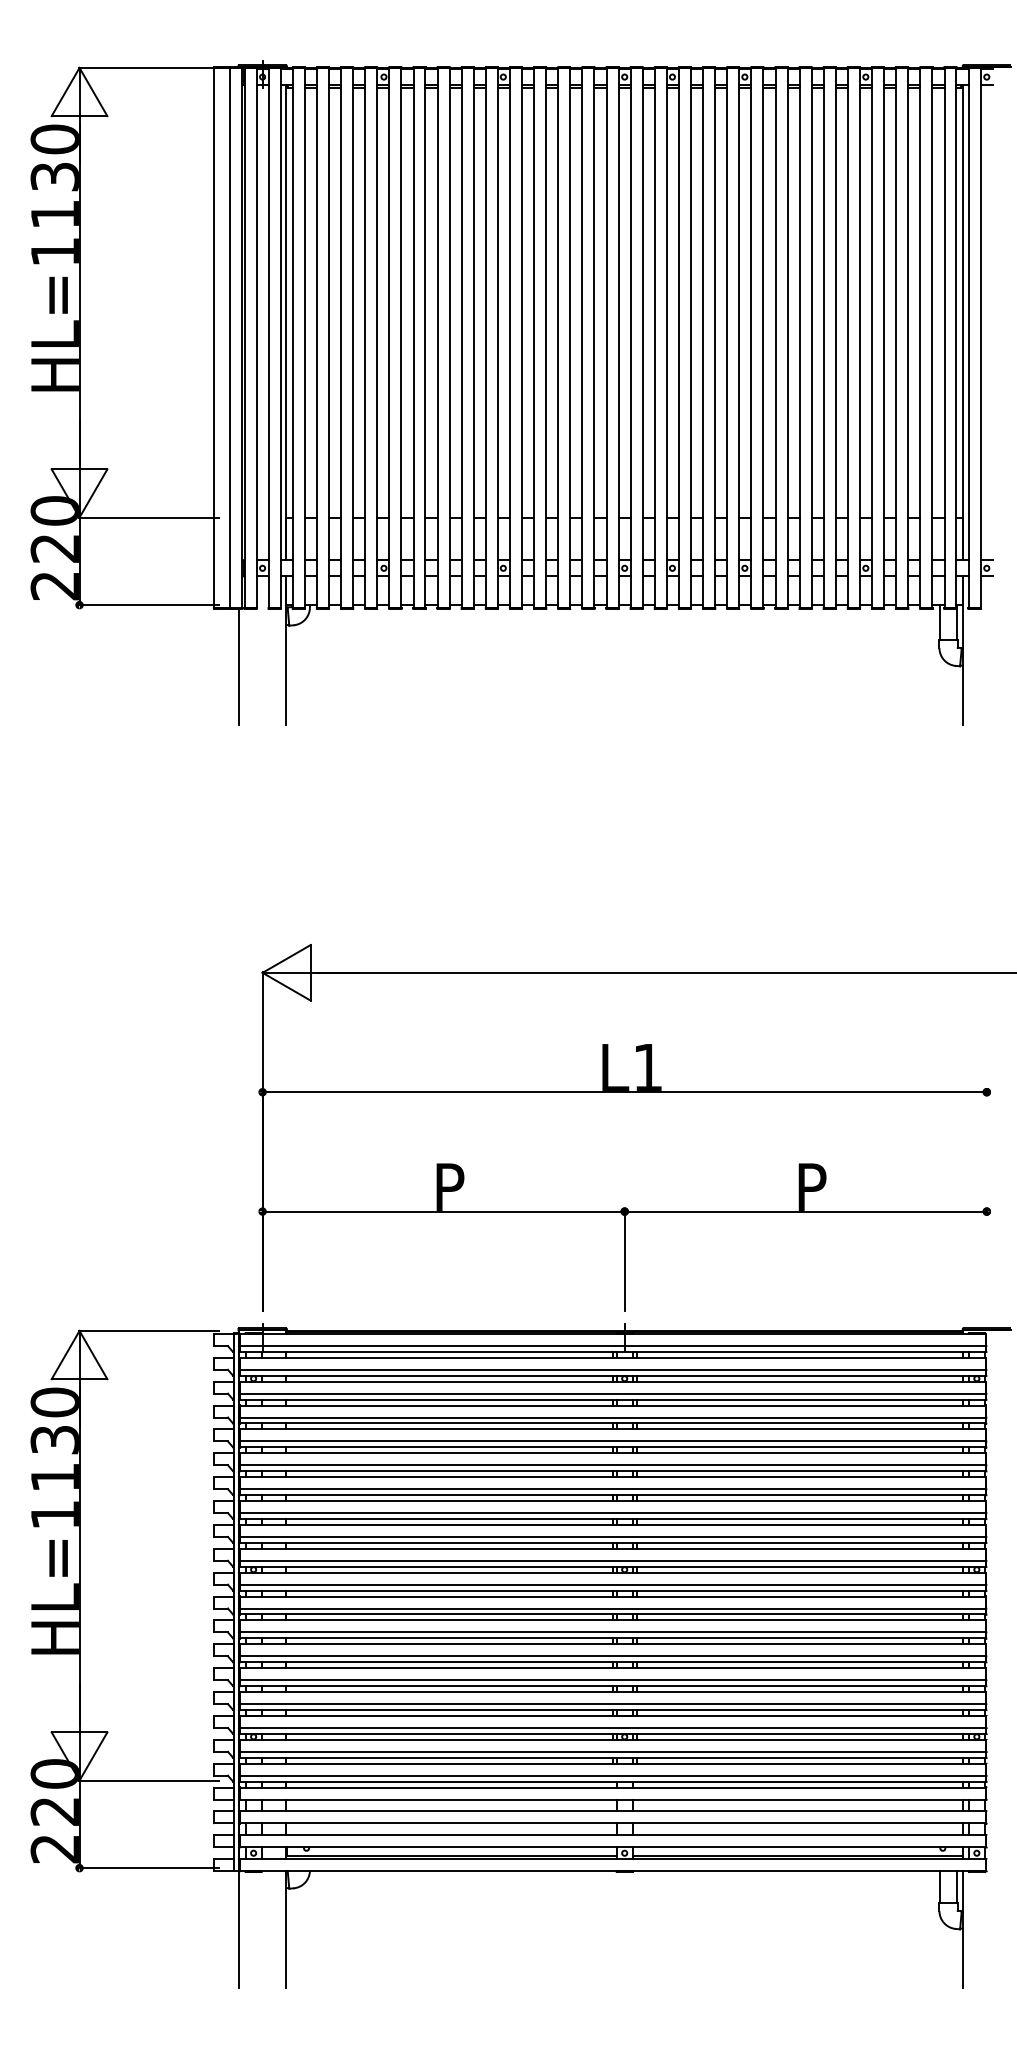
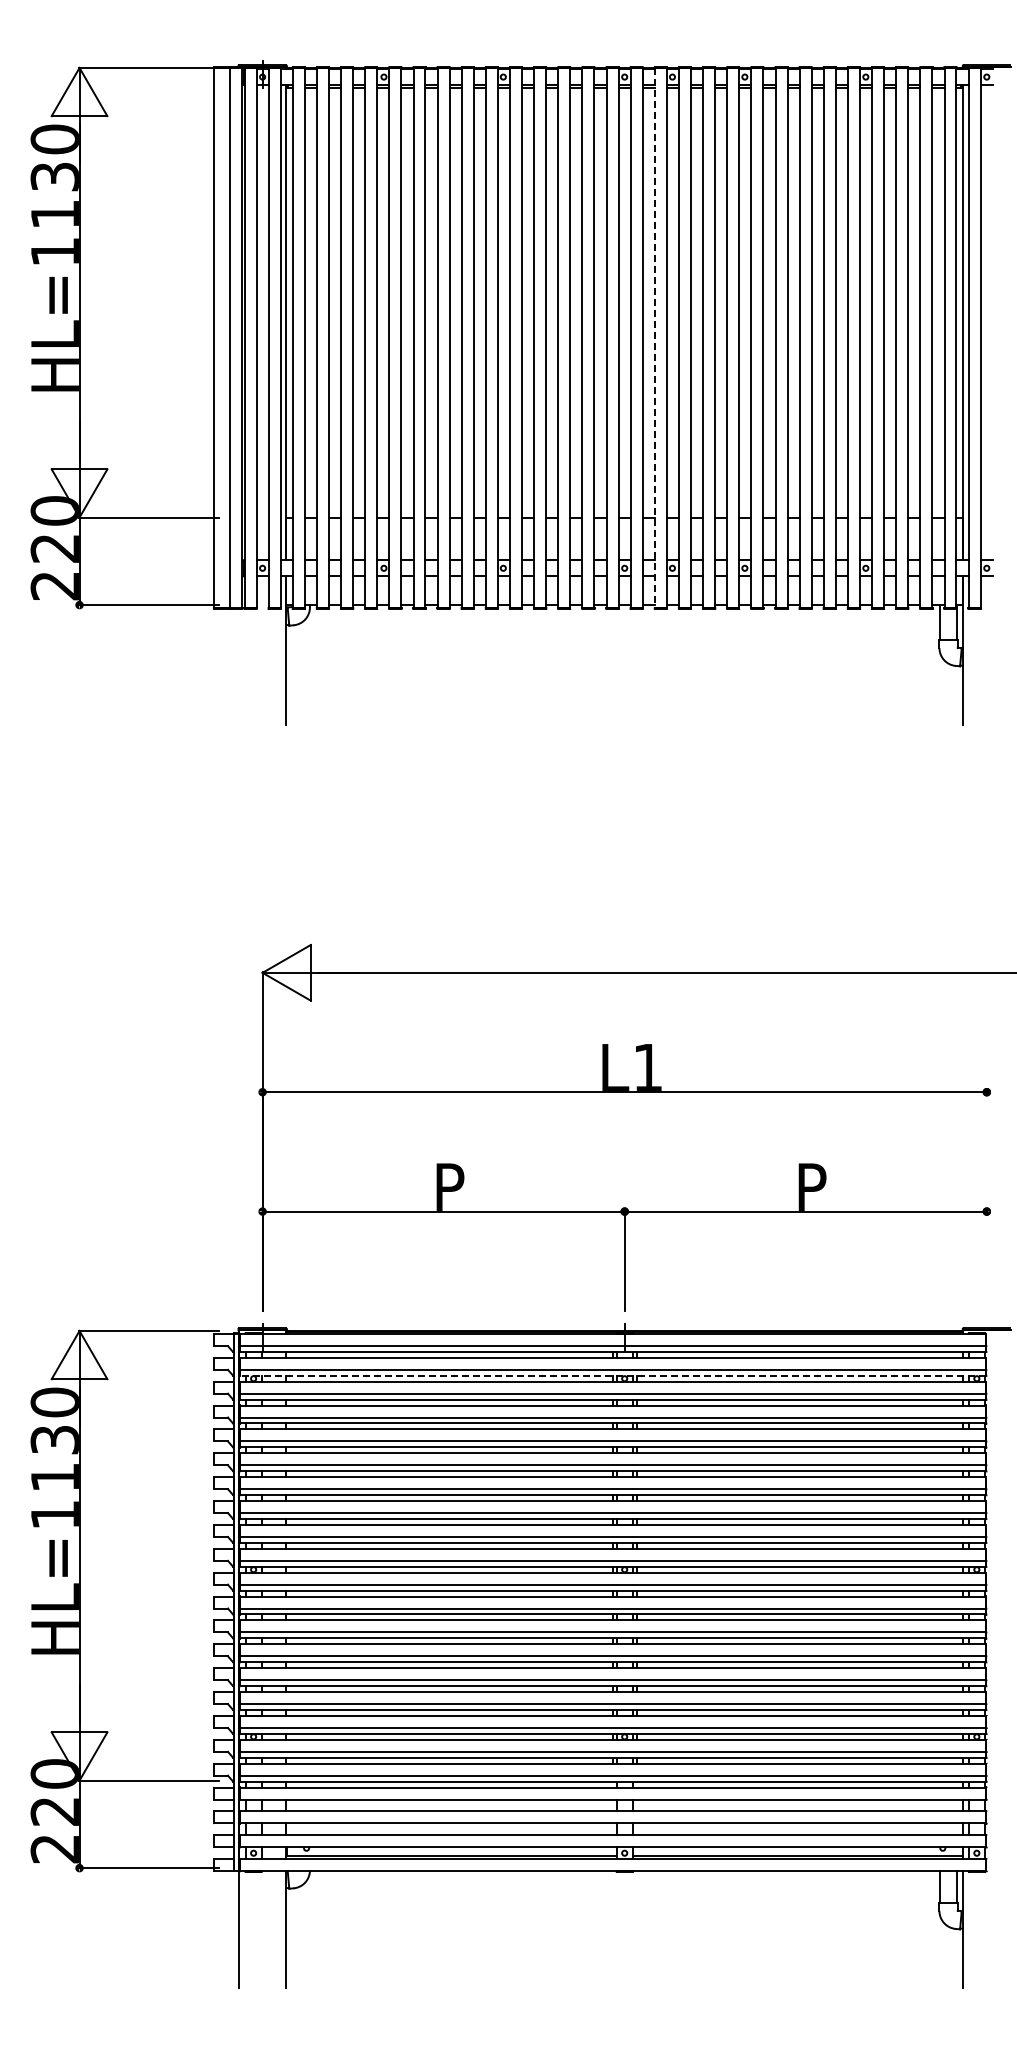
line at (654, 338): solid -> dashed
line at (238, 666): present -> none
line at (612, 1375): solid -> dashed
